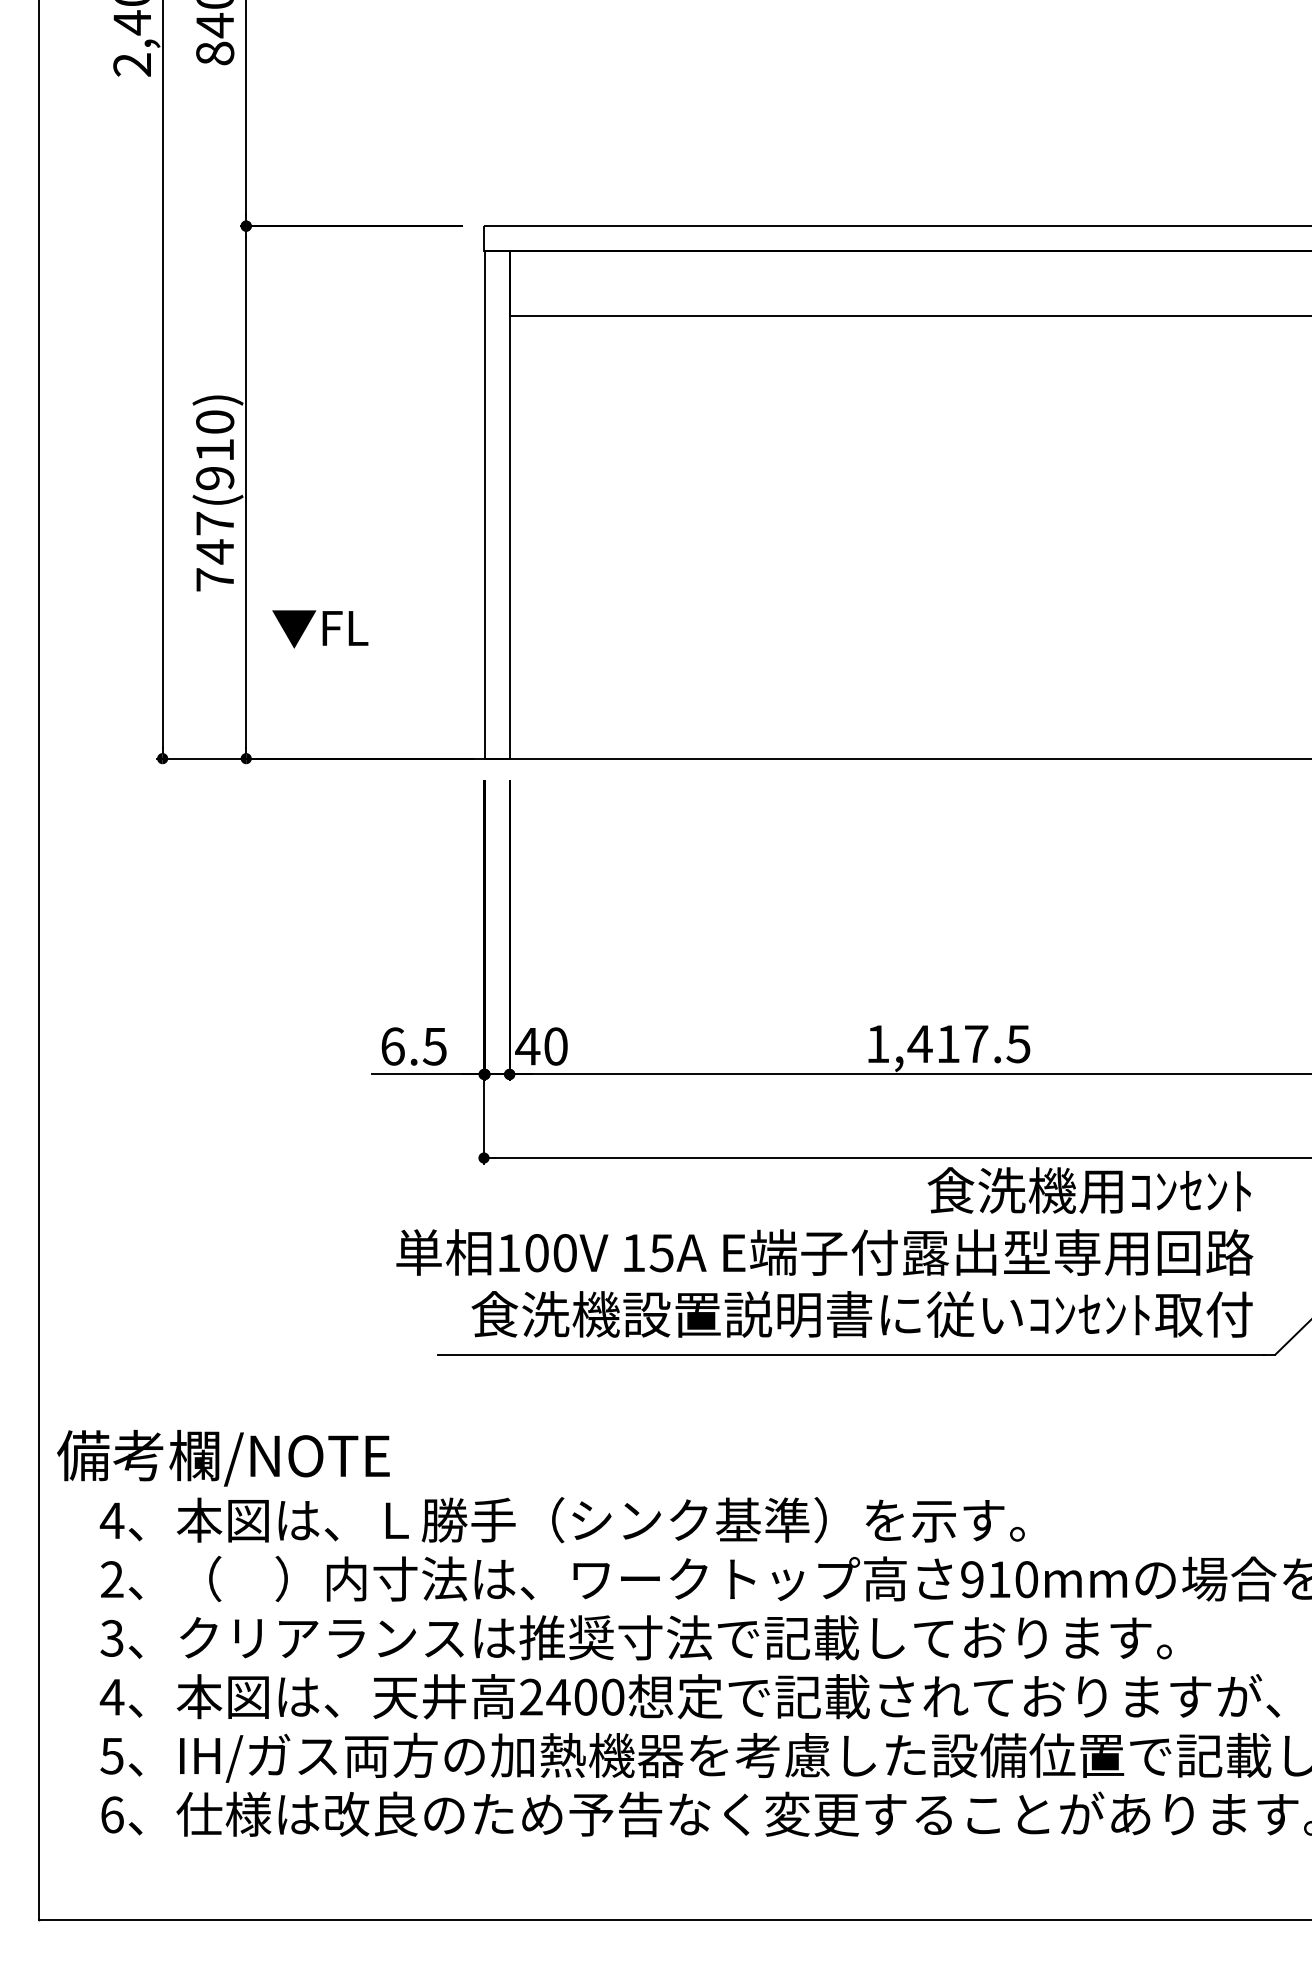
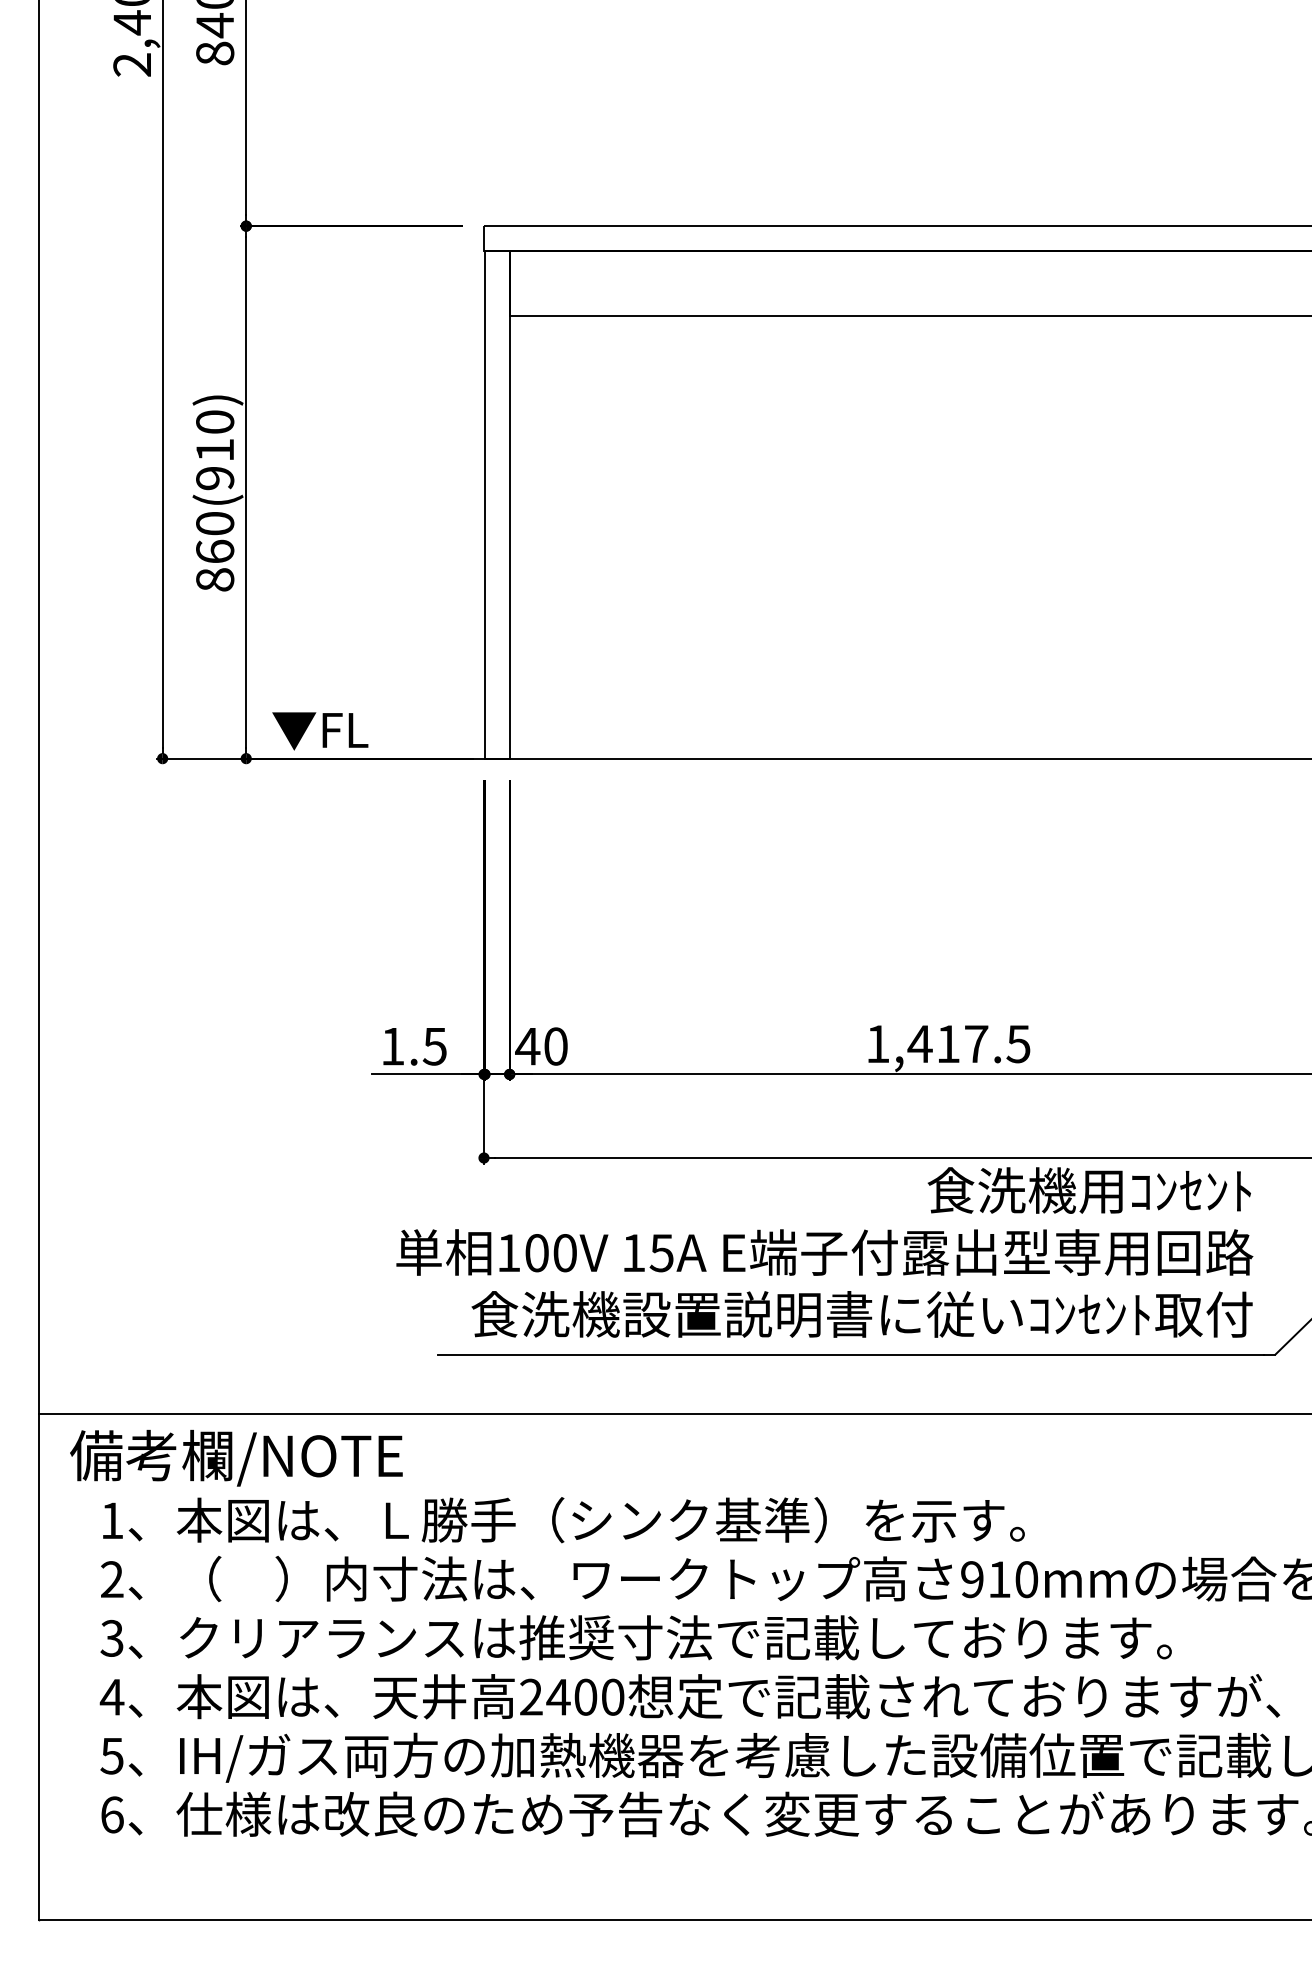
text at (215, 551): 747(910) -> 860(910)
text at (320, 629) position: (320, 629) -> (320, 731)
text at (392, 1046): 6.5 -> 1.5
line at (673, 1413): none -> present
text at (223, 1458) position: (223, 1458) -> (236, 1458)
text at (111, 1520): 4 -> 1
